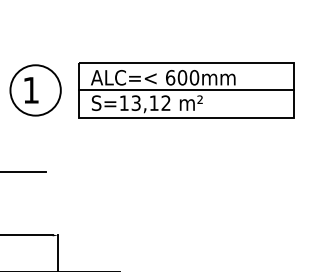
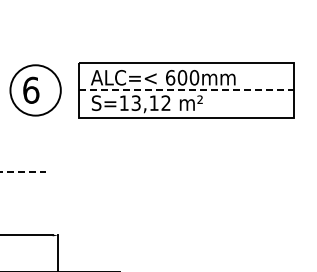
text at (31, 89): 1 -> 6
line at (187, 90): solid -> dashed
line at (23, 172): solid -> dashed
